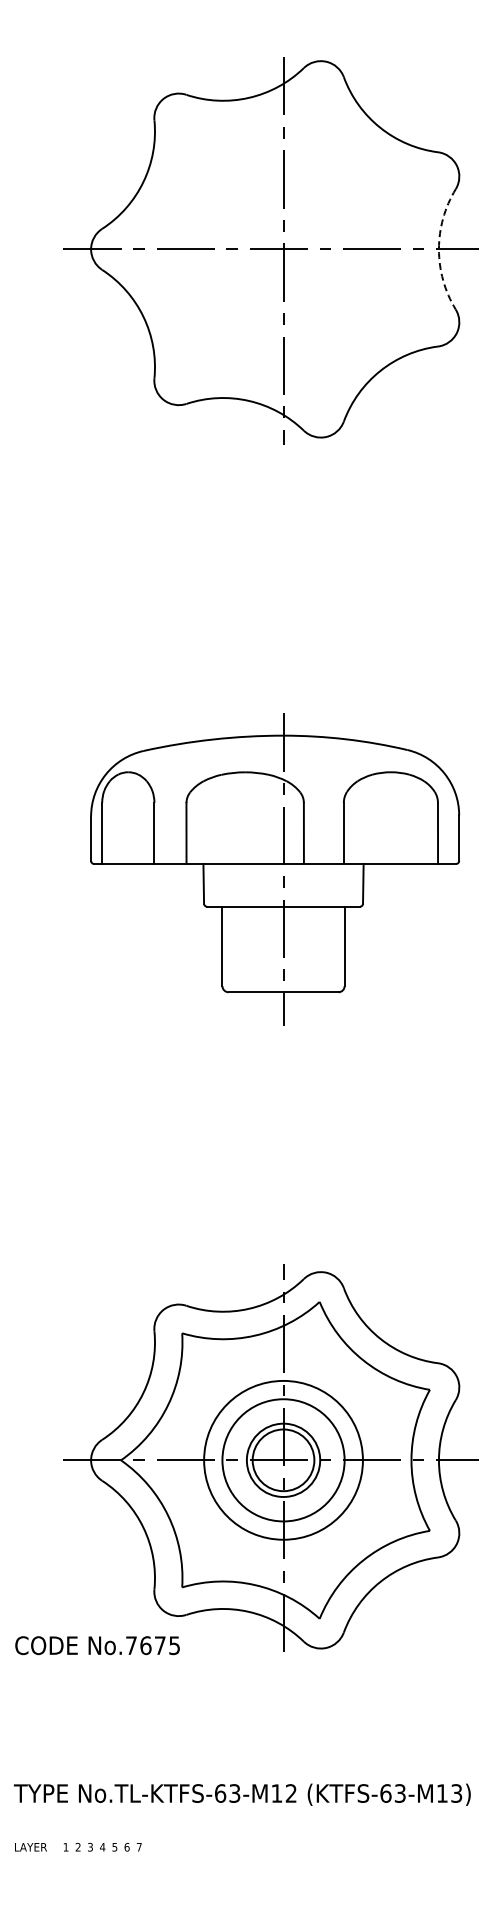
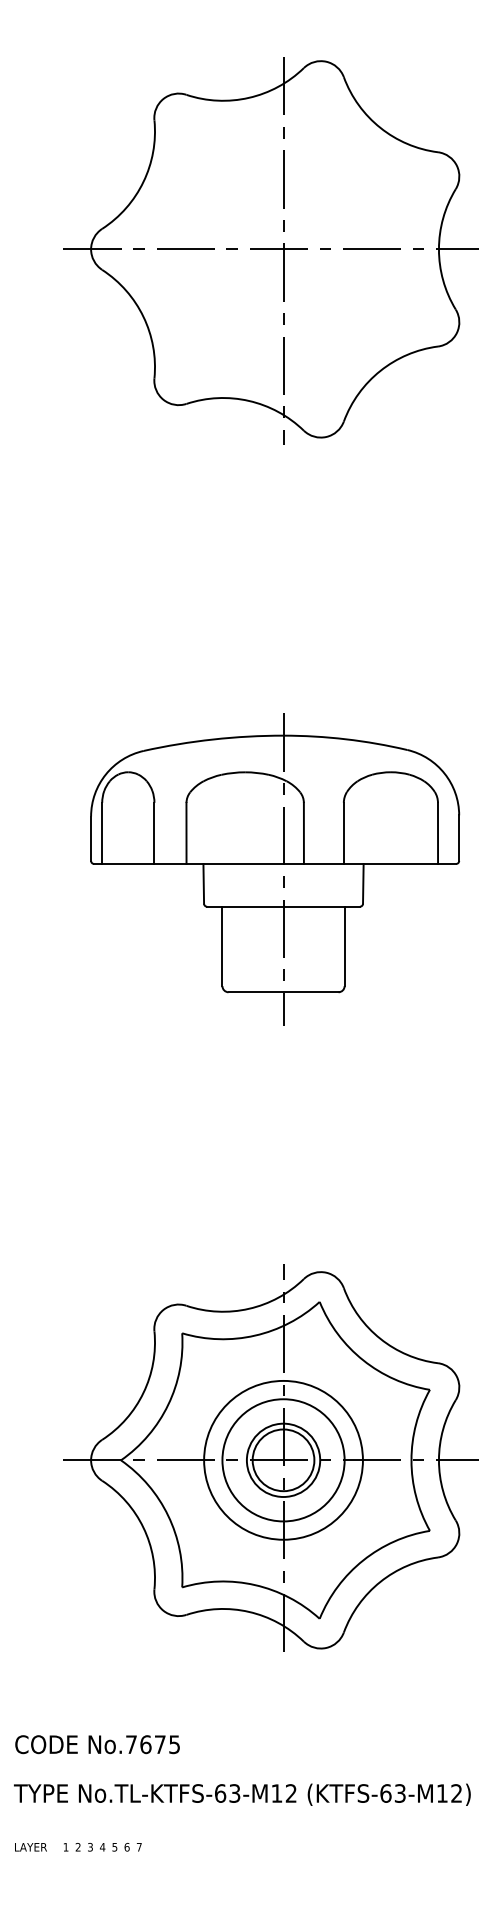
arc at (438, 249): dashed -> solid
text at (97, 1645) position: (97, 1645) -> (97, 1744)
text at (456, 1793): (KTFS-63-M13) -> (KTFS-63-M12)
